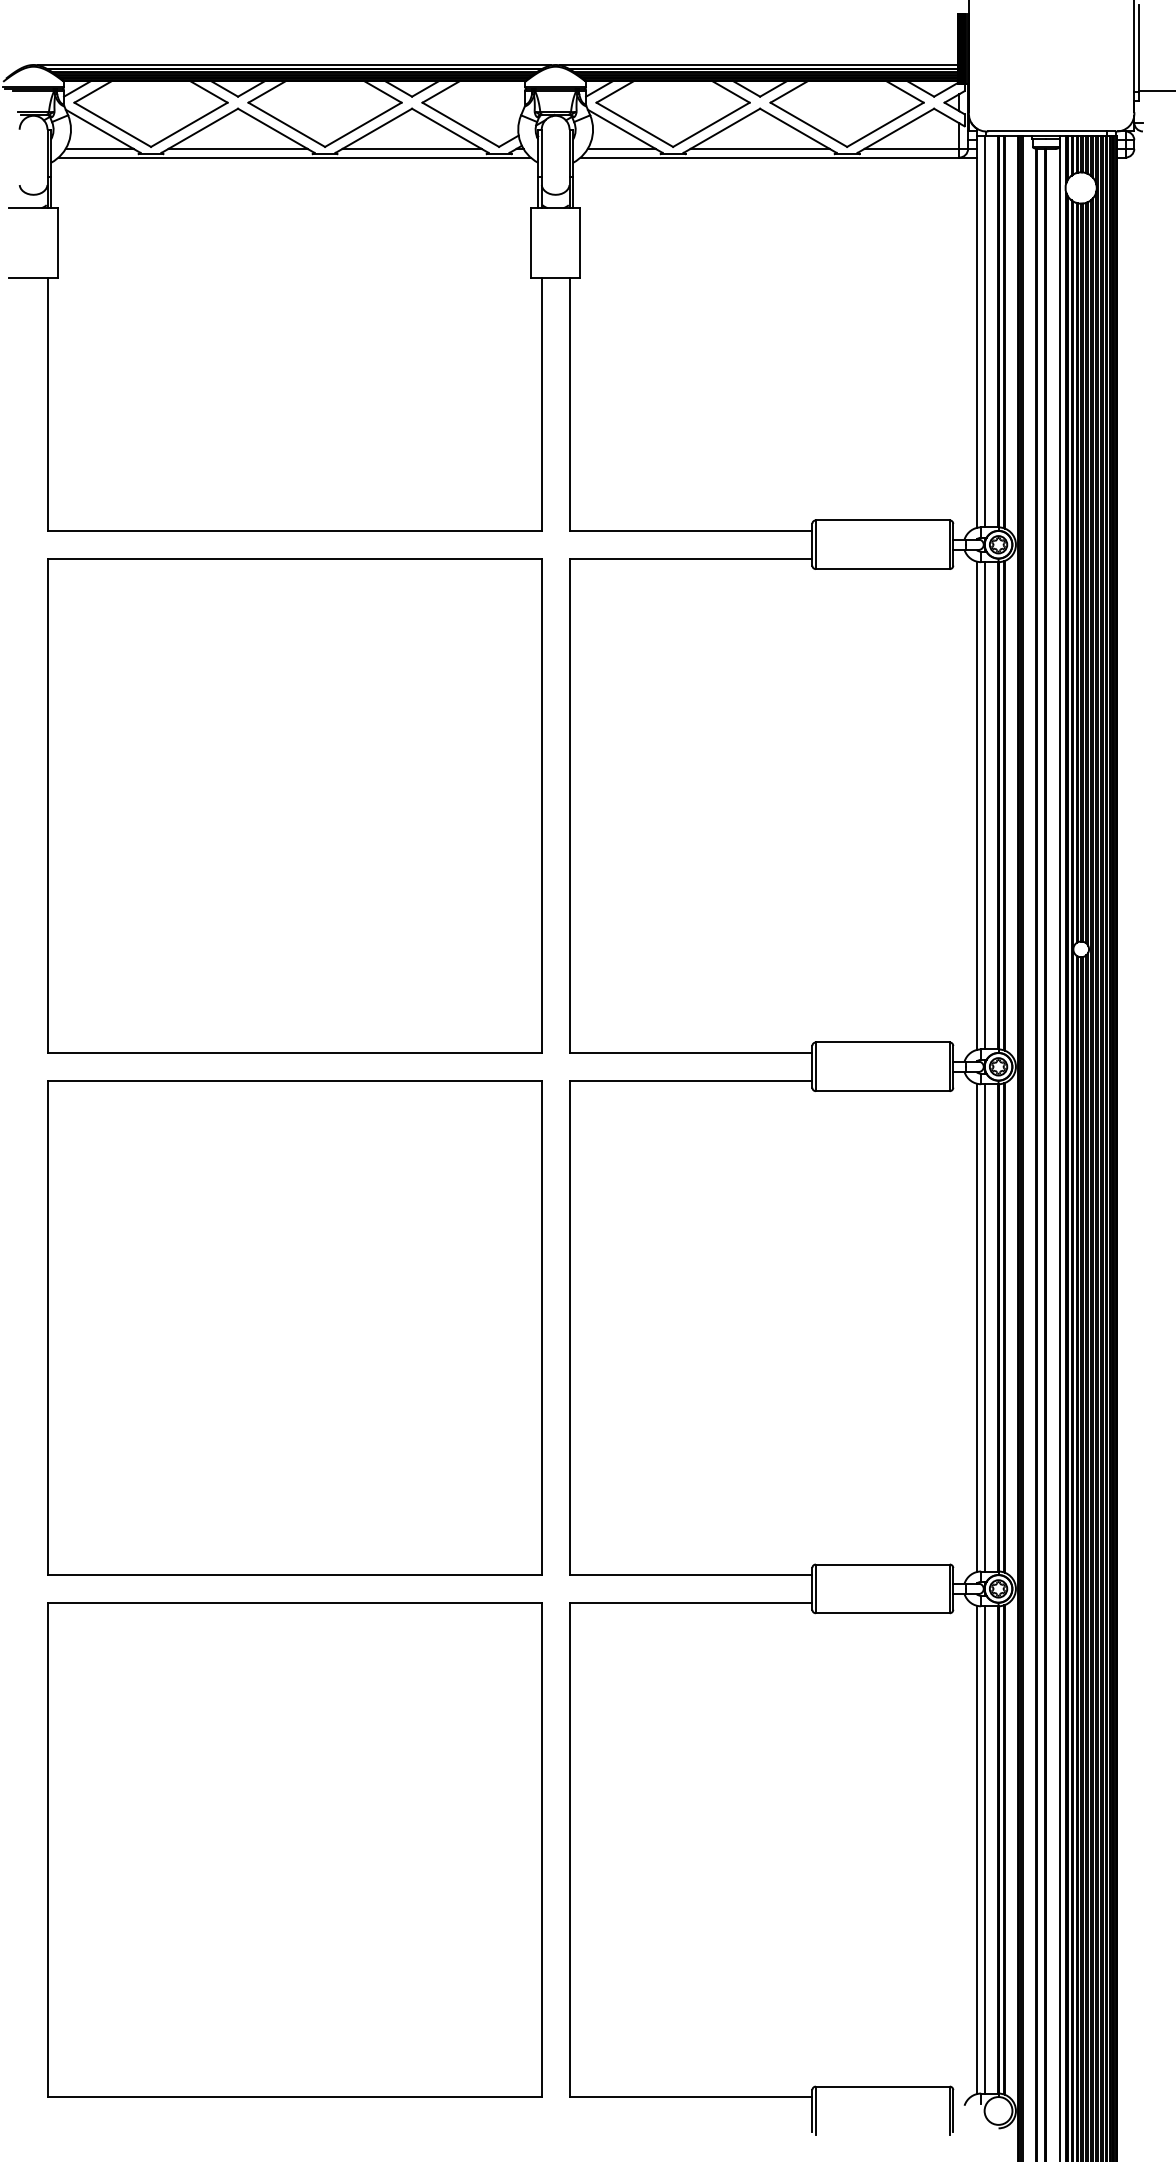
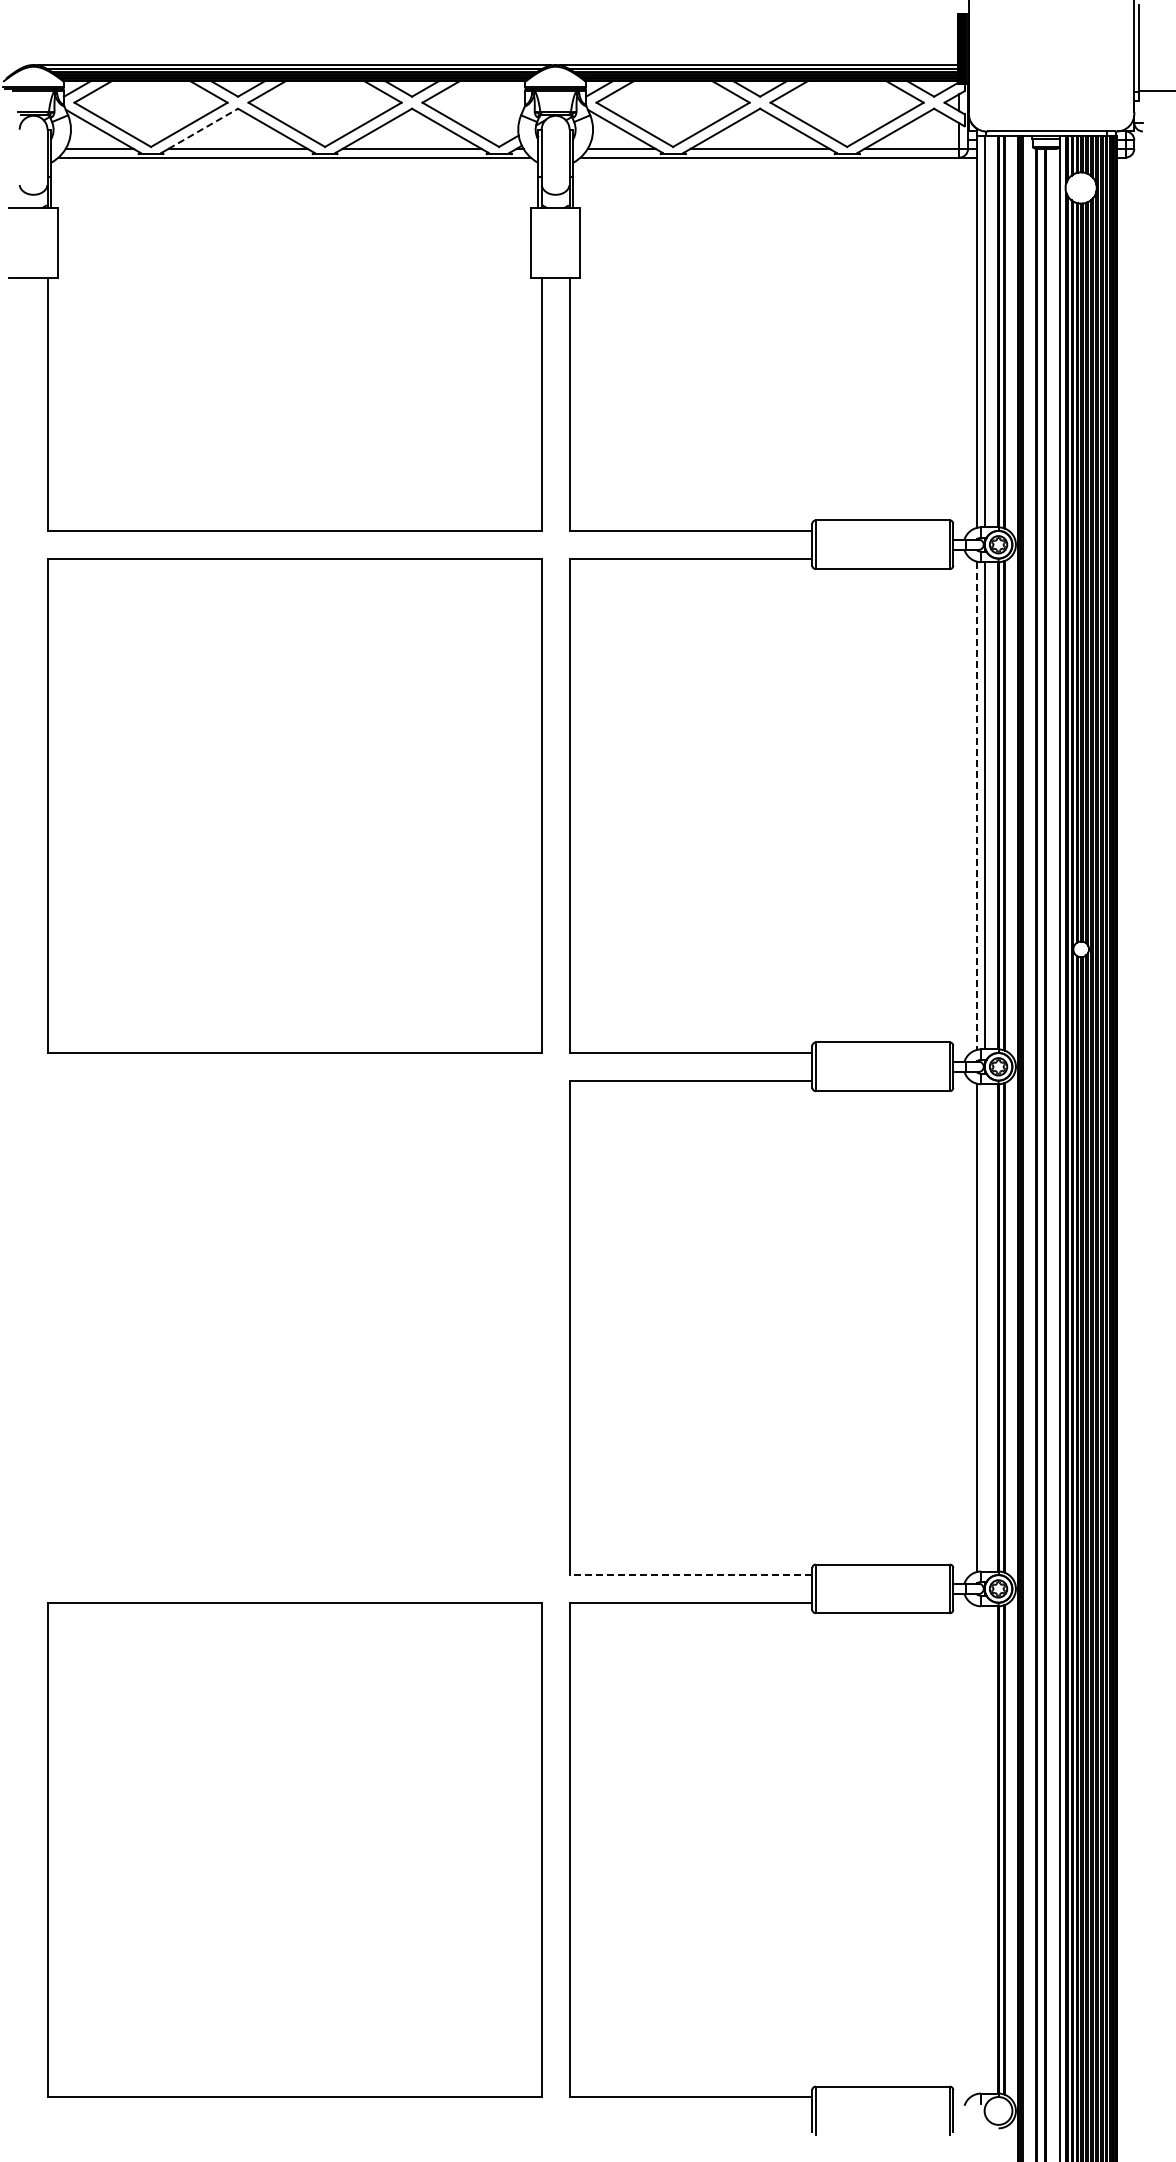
line at (203, 128): solid -> dashed
line at (976, 806): solid -> dashed
part at (294, 1327): present -> none
line at (984, 1327): present -> none
line at (690, 1574): solid -> dashed
line at (976, 1849): present -> none
line at (984, 1849): present -> none
